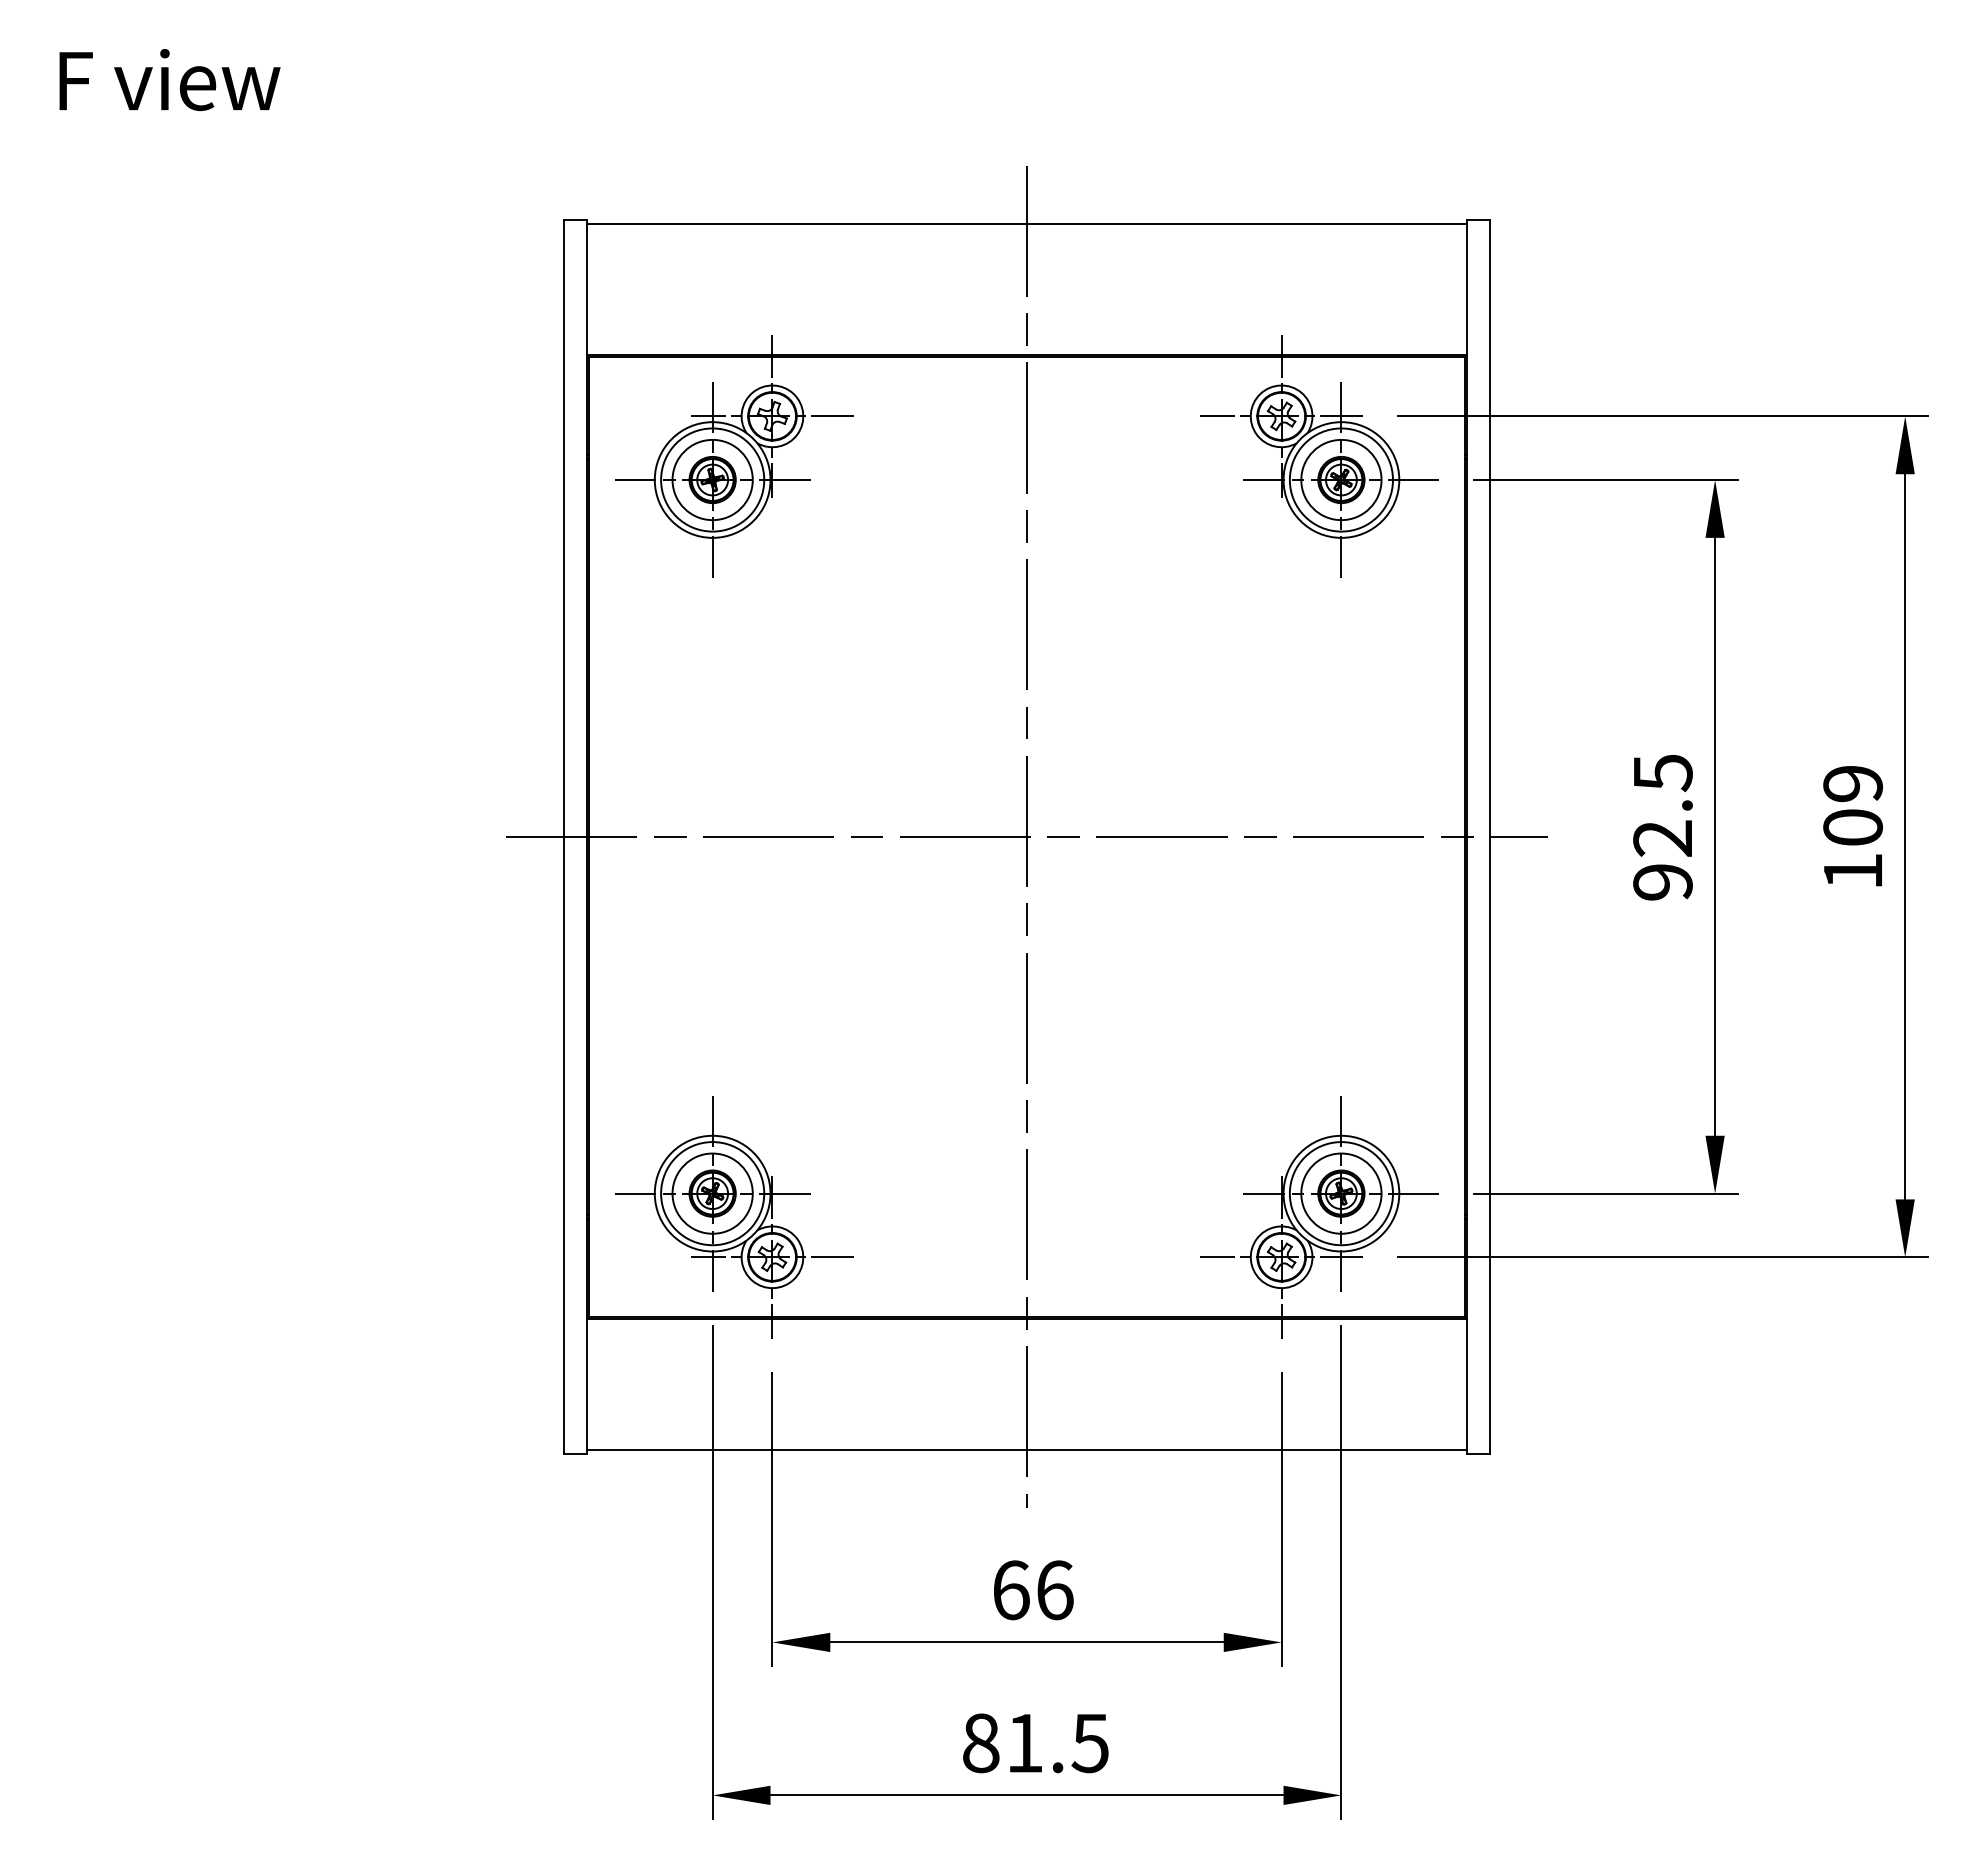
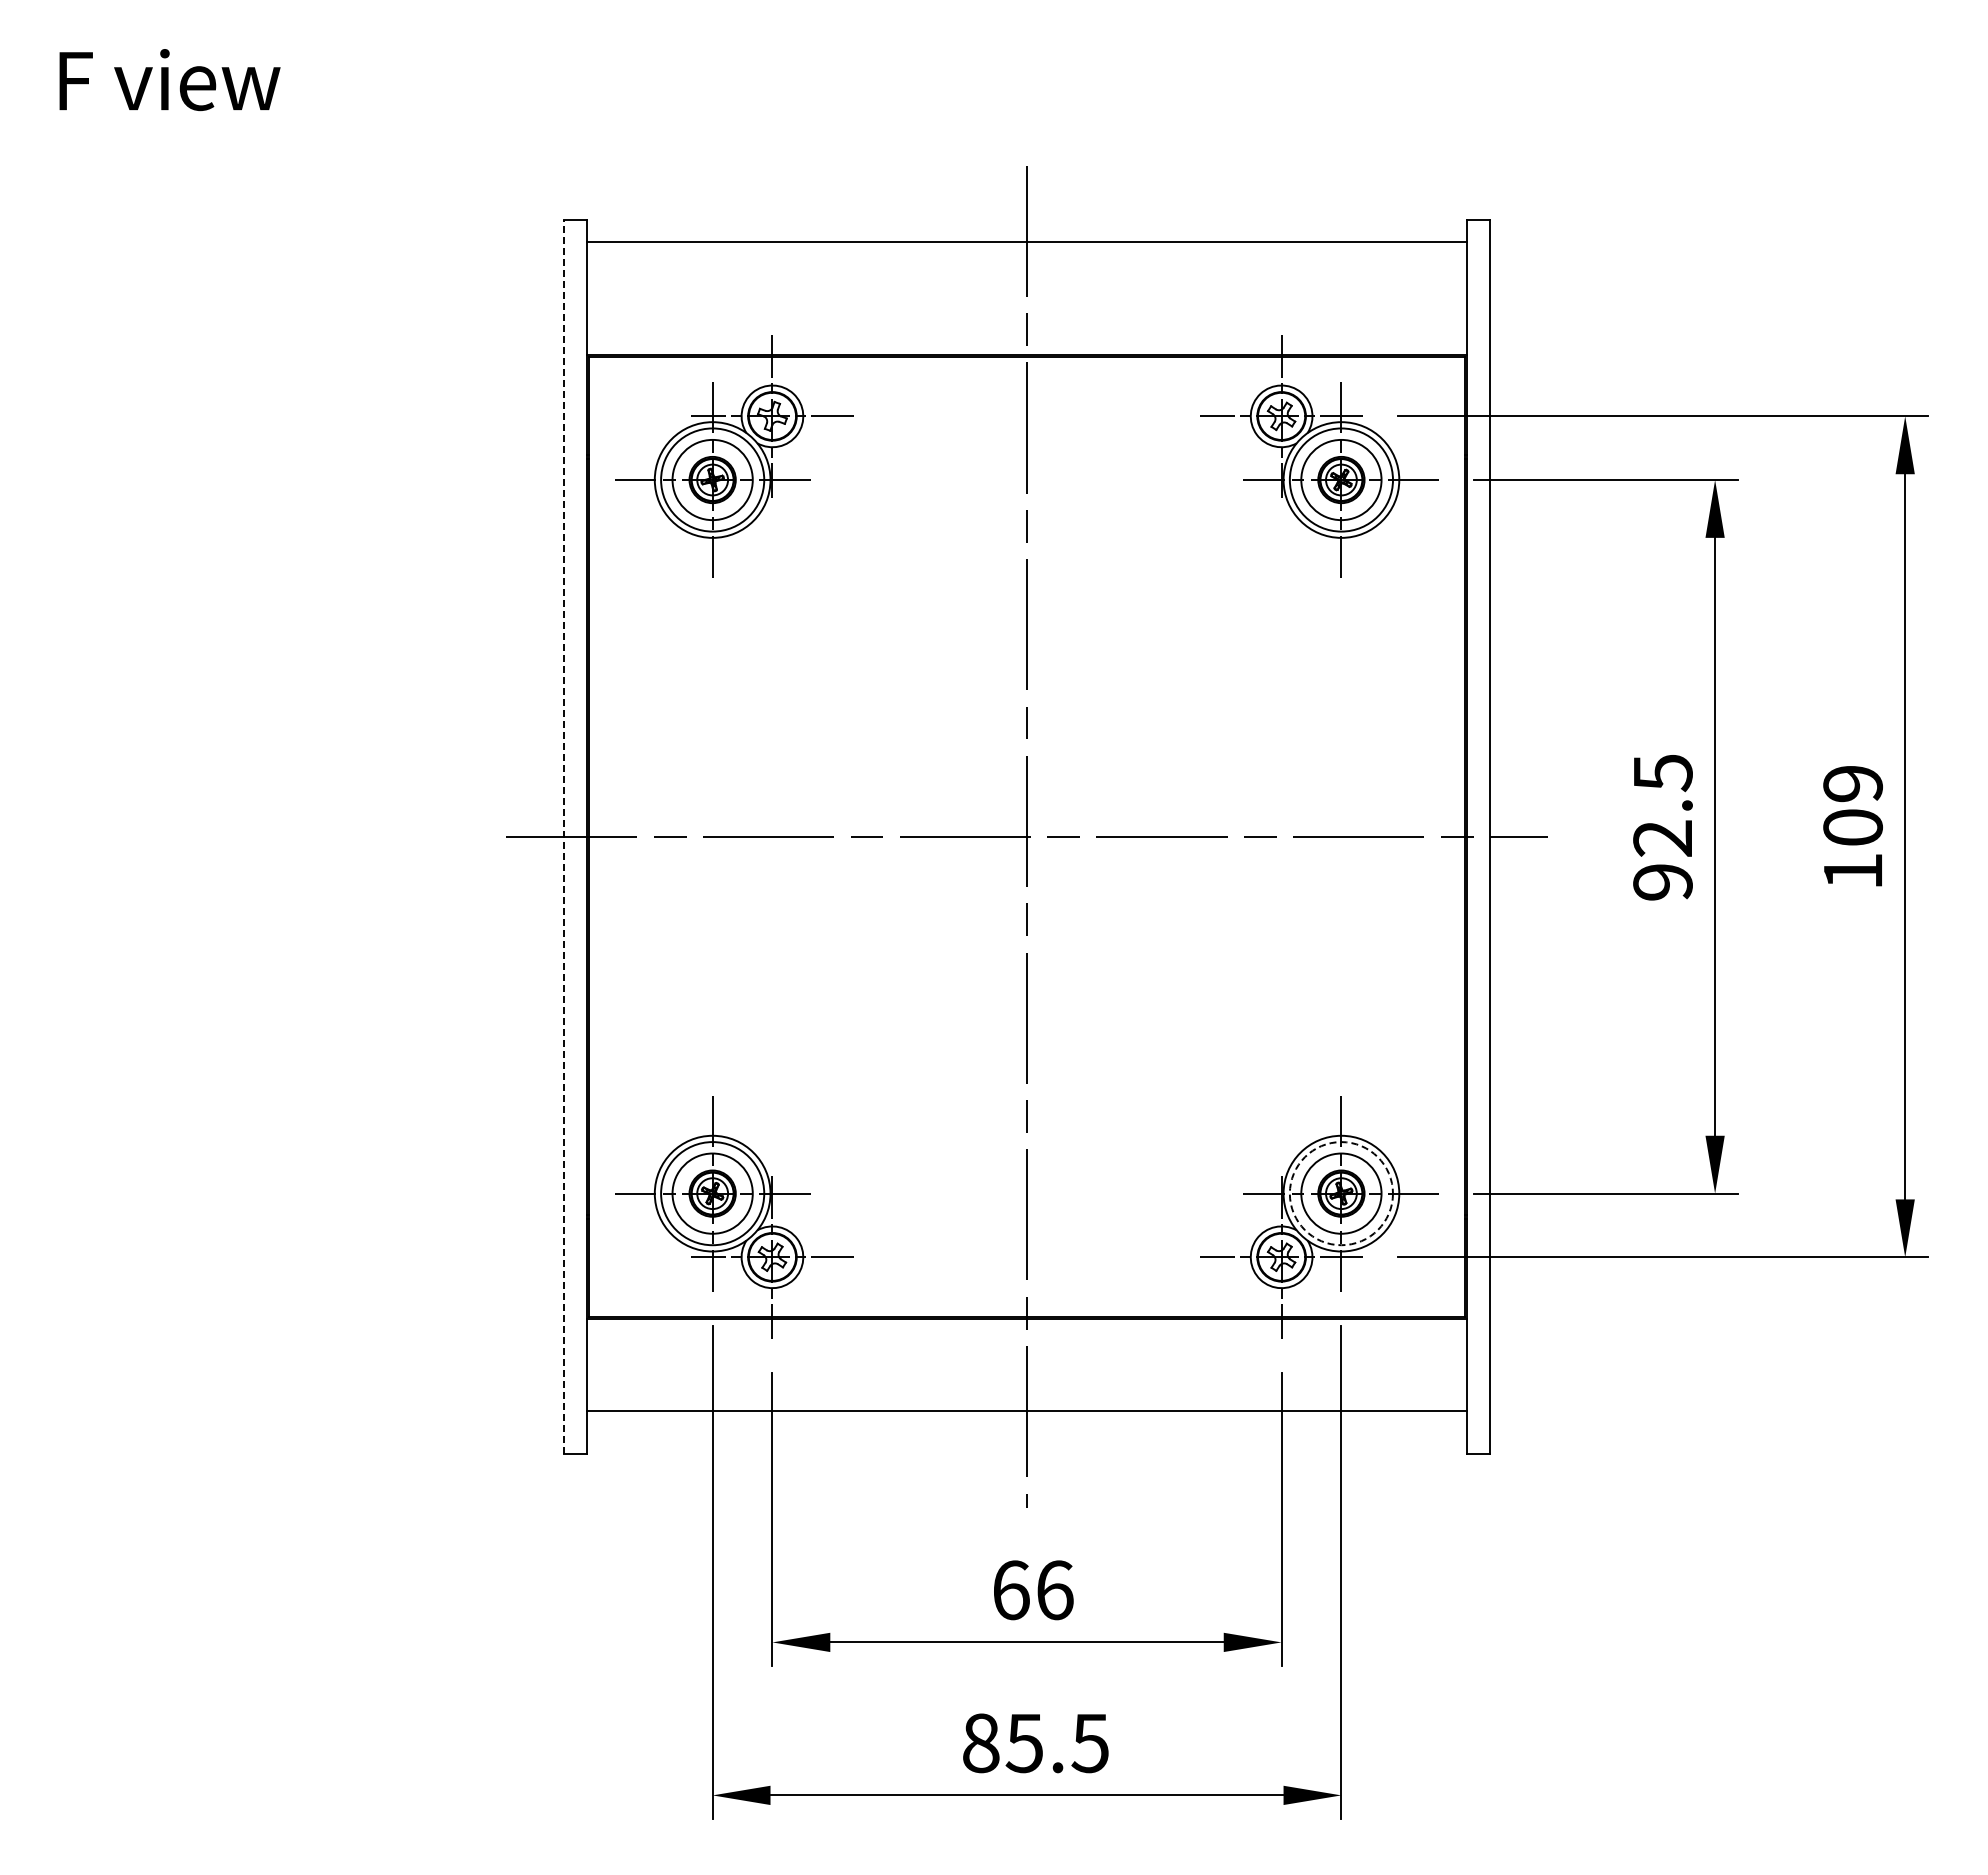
line at (1026, 223) position: (1026, 223) -> (1026, 241)
line at (564, 836): solid -> dashed
circle at (1341, 1193): solid -> dashed
line at (1026, 1450) position: (1026, 1450) -> (1026, 1411)
text at (1023, 1743): 81.5 -> 85.5
